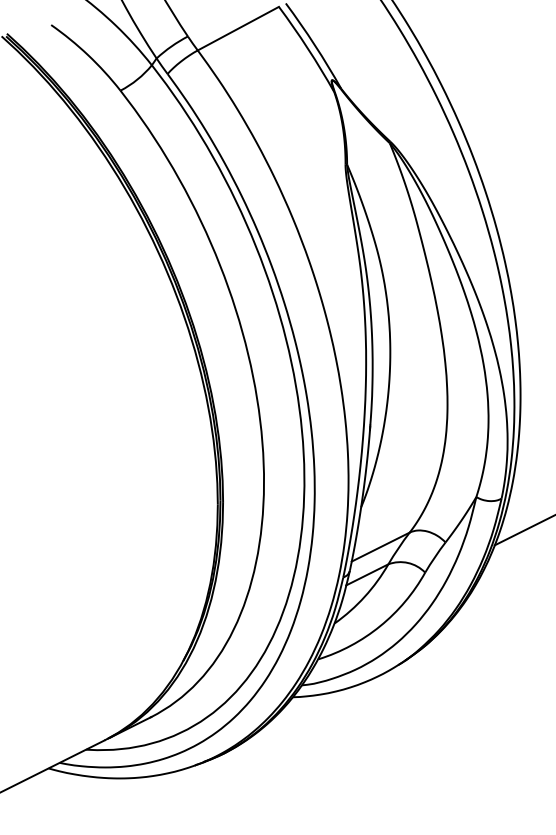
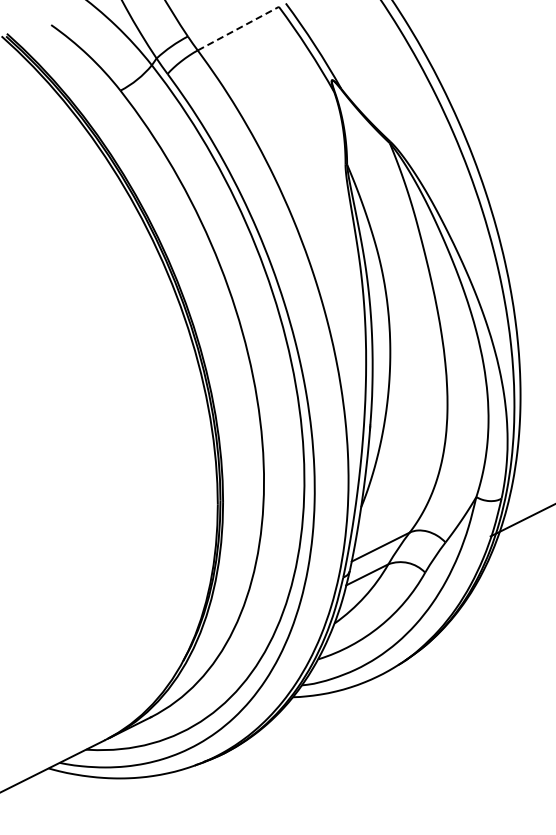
line at (238, 28): solid -> dashed
line at (523, 530) position: (523, 530) -> (521, 520)
